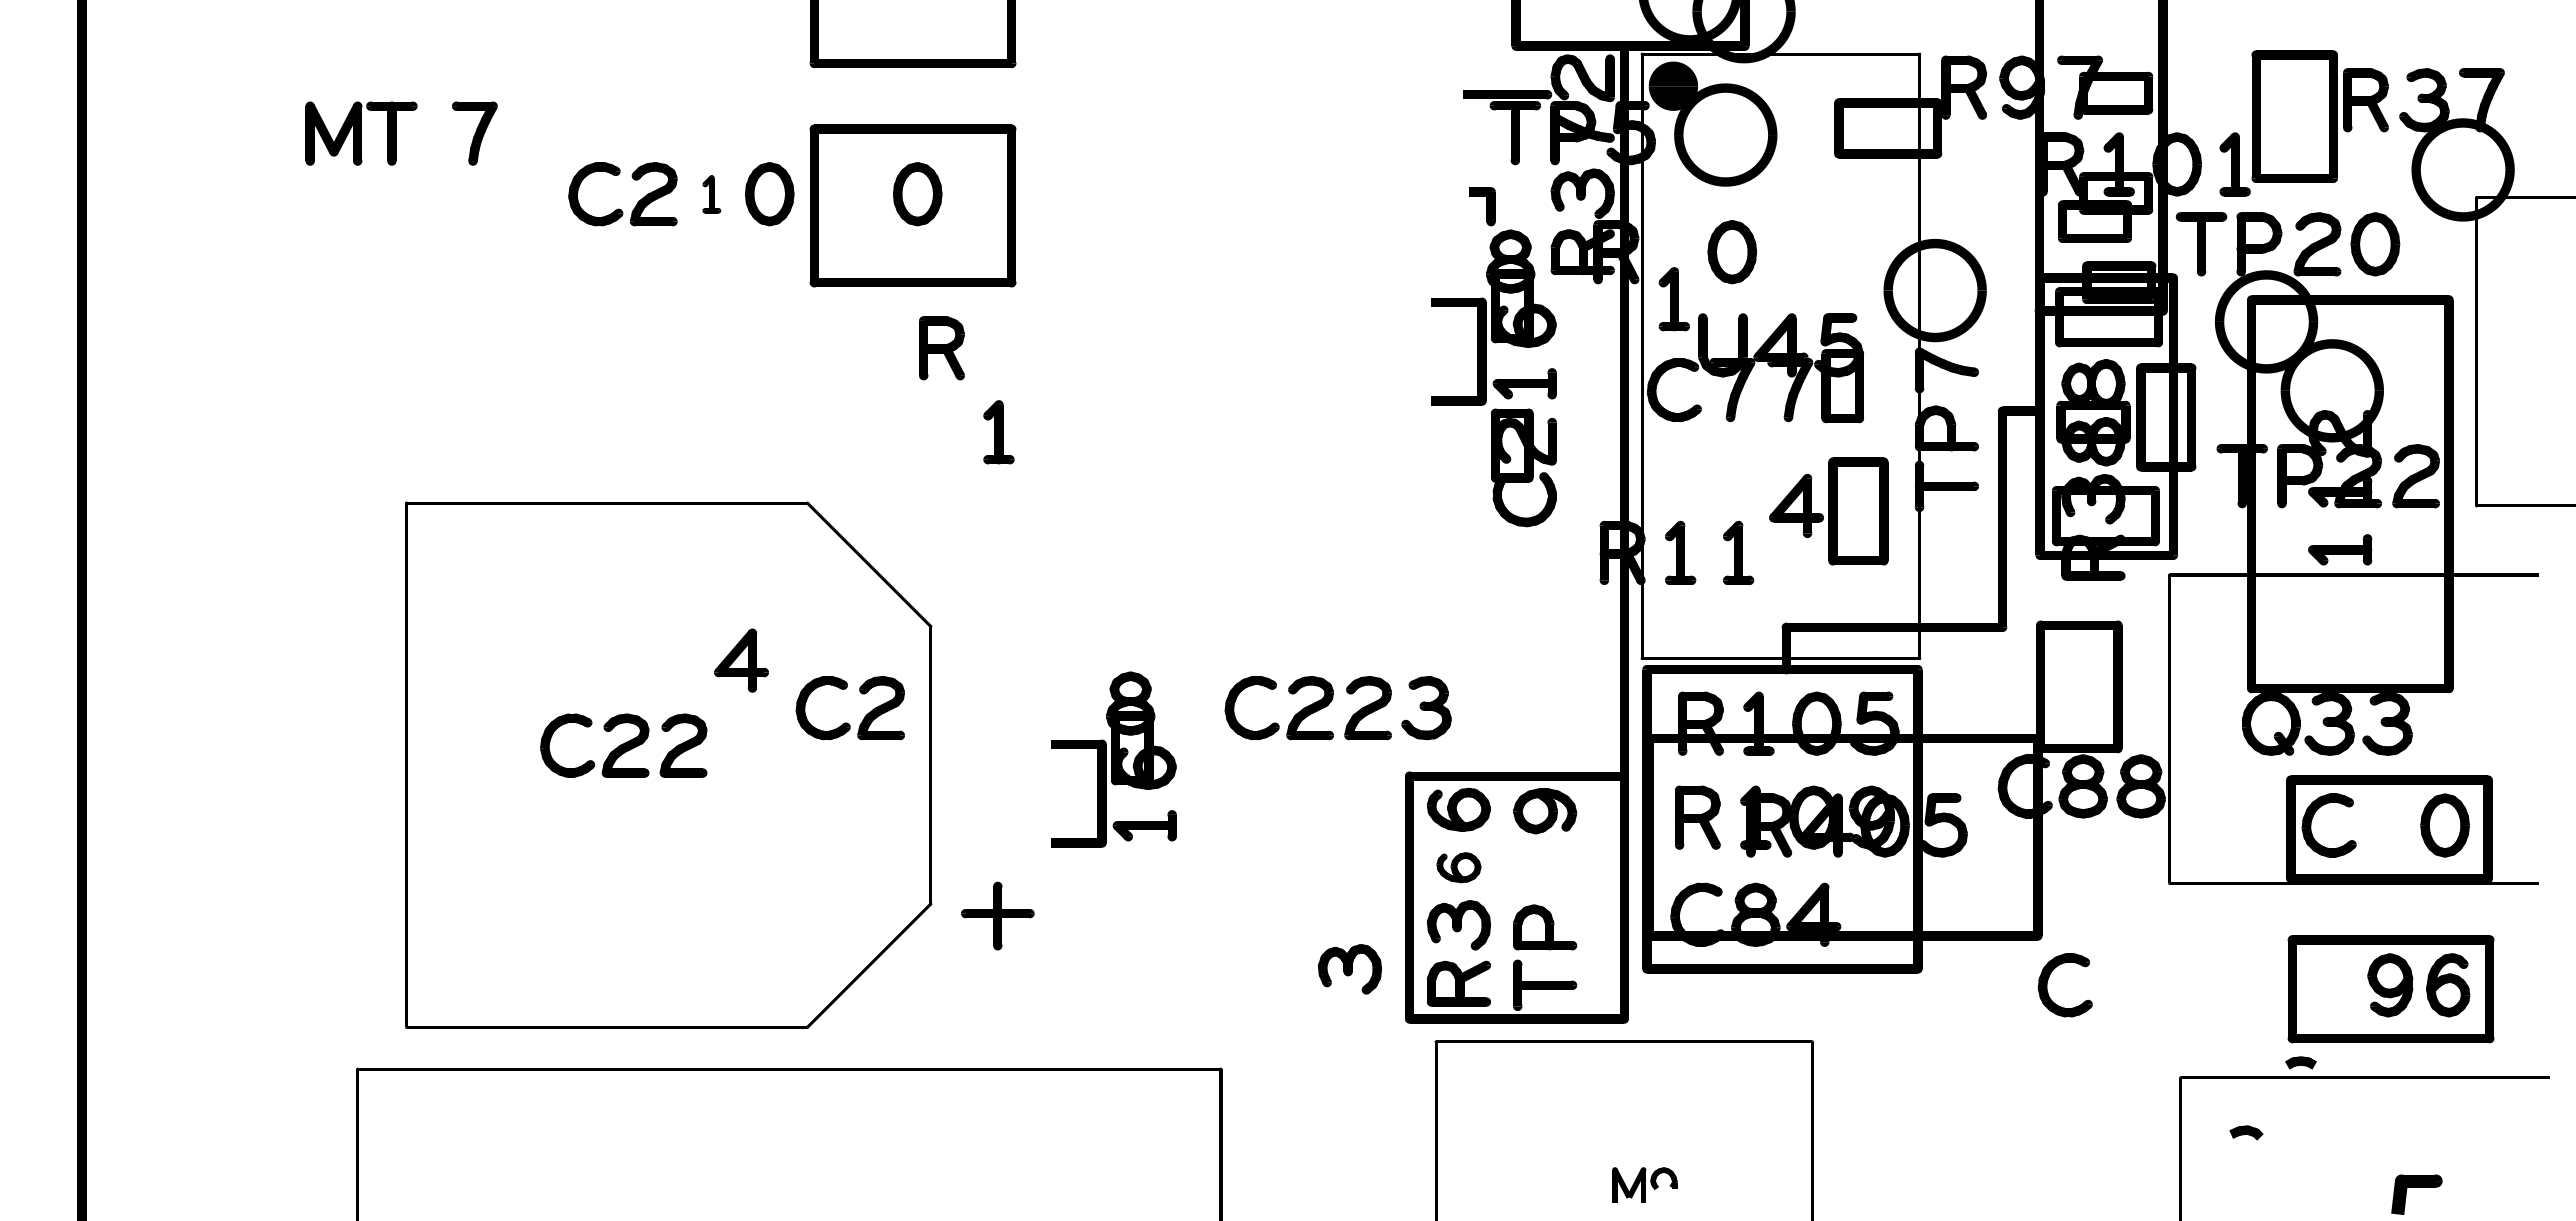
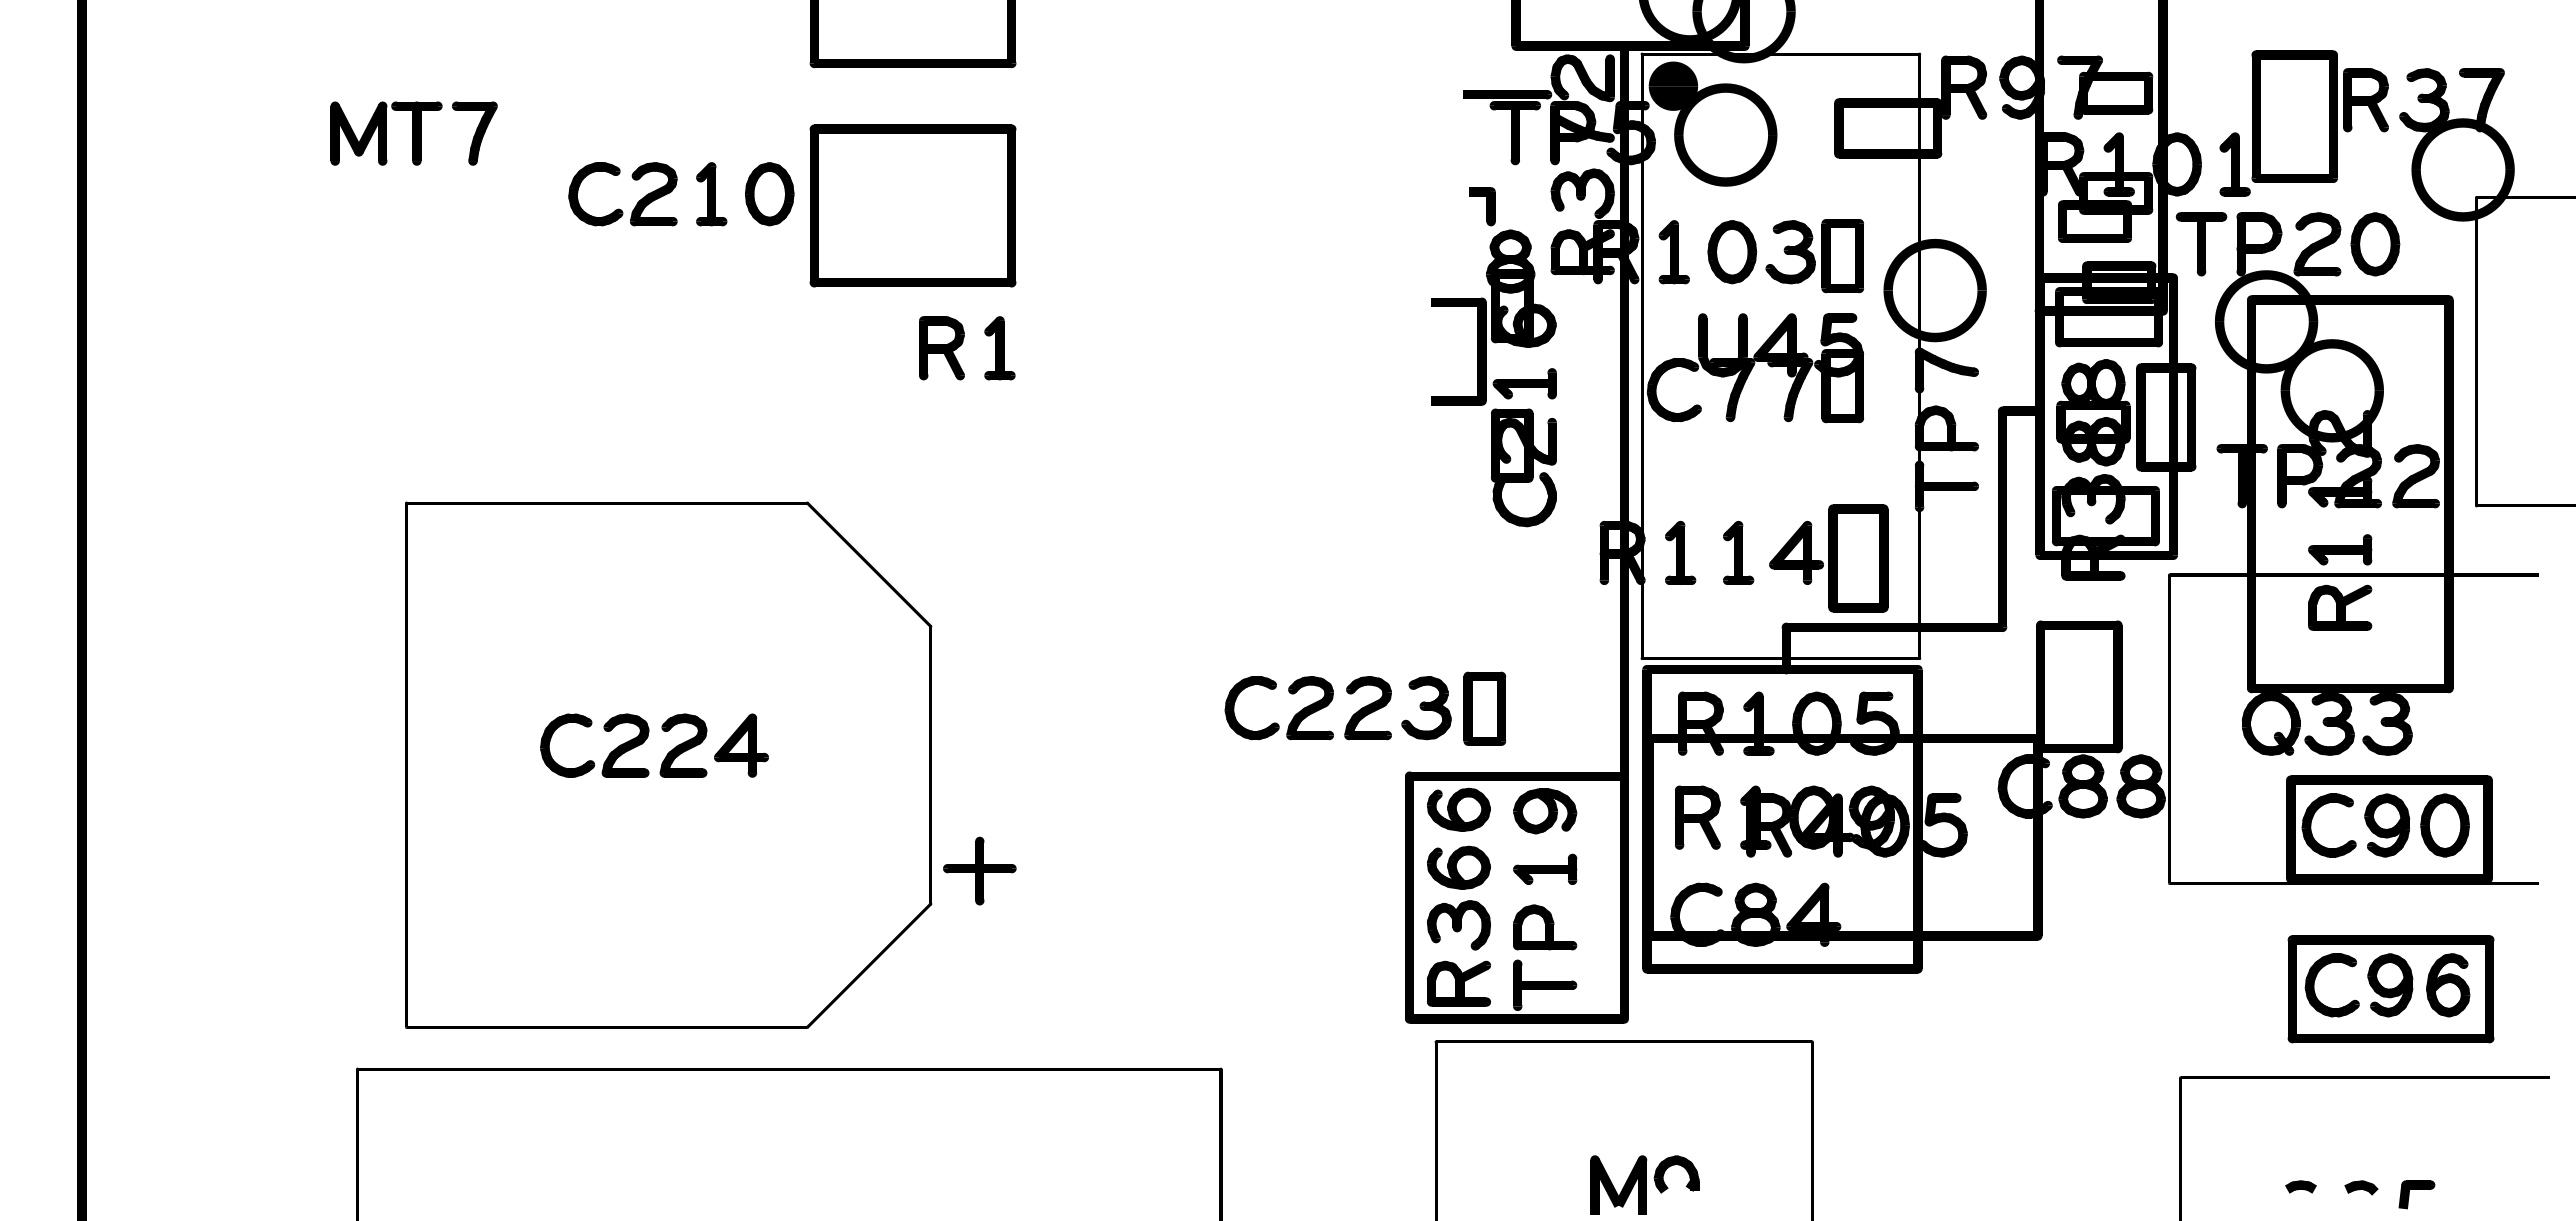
part at (361, 133) position: (361, 133) -> (386, 133)
part at (711, 194) size: 20x39 px -> 32x65 px
part at (917, 194): present -> none
part at (1814, 256): none -> present
part at (1673, 299) position: (1673, 299) -> (1673, 252)
part at (998, 432) position: (998, 432) -> (999, 348)
part at (1828, 511) position: (1828, 511) -> (1828, 558)
part at (2340, 607): none -> present
part at (741, 660) position: (741, 660) -> (741, 745)
part at (1484, 708): none -> present
part at (847, 722): present -> none
part at (1113, 759): present -> none
part at (2386, 825): none -> present
part at (1458, 867) size: 46x32 px -> 64x45 px
part at (1545, 868): none -> present
part at (997, 915) position: (997, 915) -> (979, 870)
part at (1349, 969): present -> none
part at (2048, 980) position: (2048, 980) -> (2315, 980)
part at (2300, 1062) position: (2300, 1062) -> (2300, 1186)
part at (2246, 1132) position: (2246, 1132) -> (2361, 1187)
part at (1644, 1184) size: 66x36 px -> 110x60 px
part at (2416, 1194) size: 52x41 px -> 38x30 px
